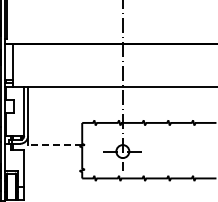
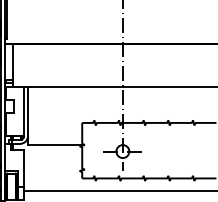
line at (54, 145): dashed -> solid
line at (118, 190): none -> present
